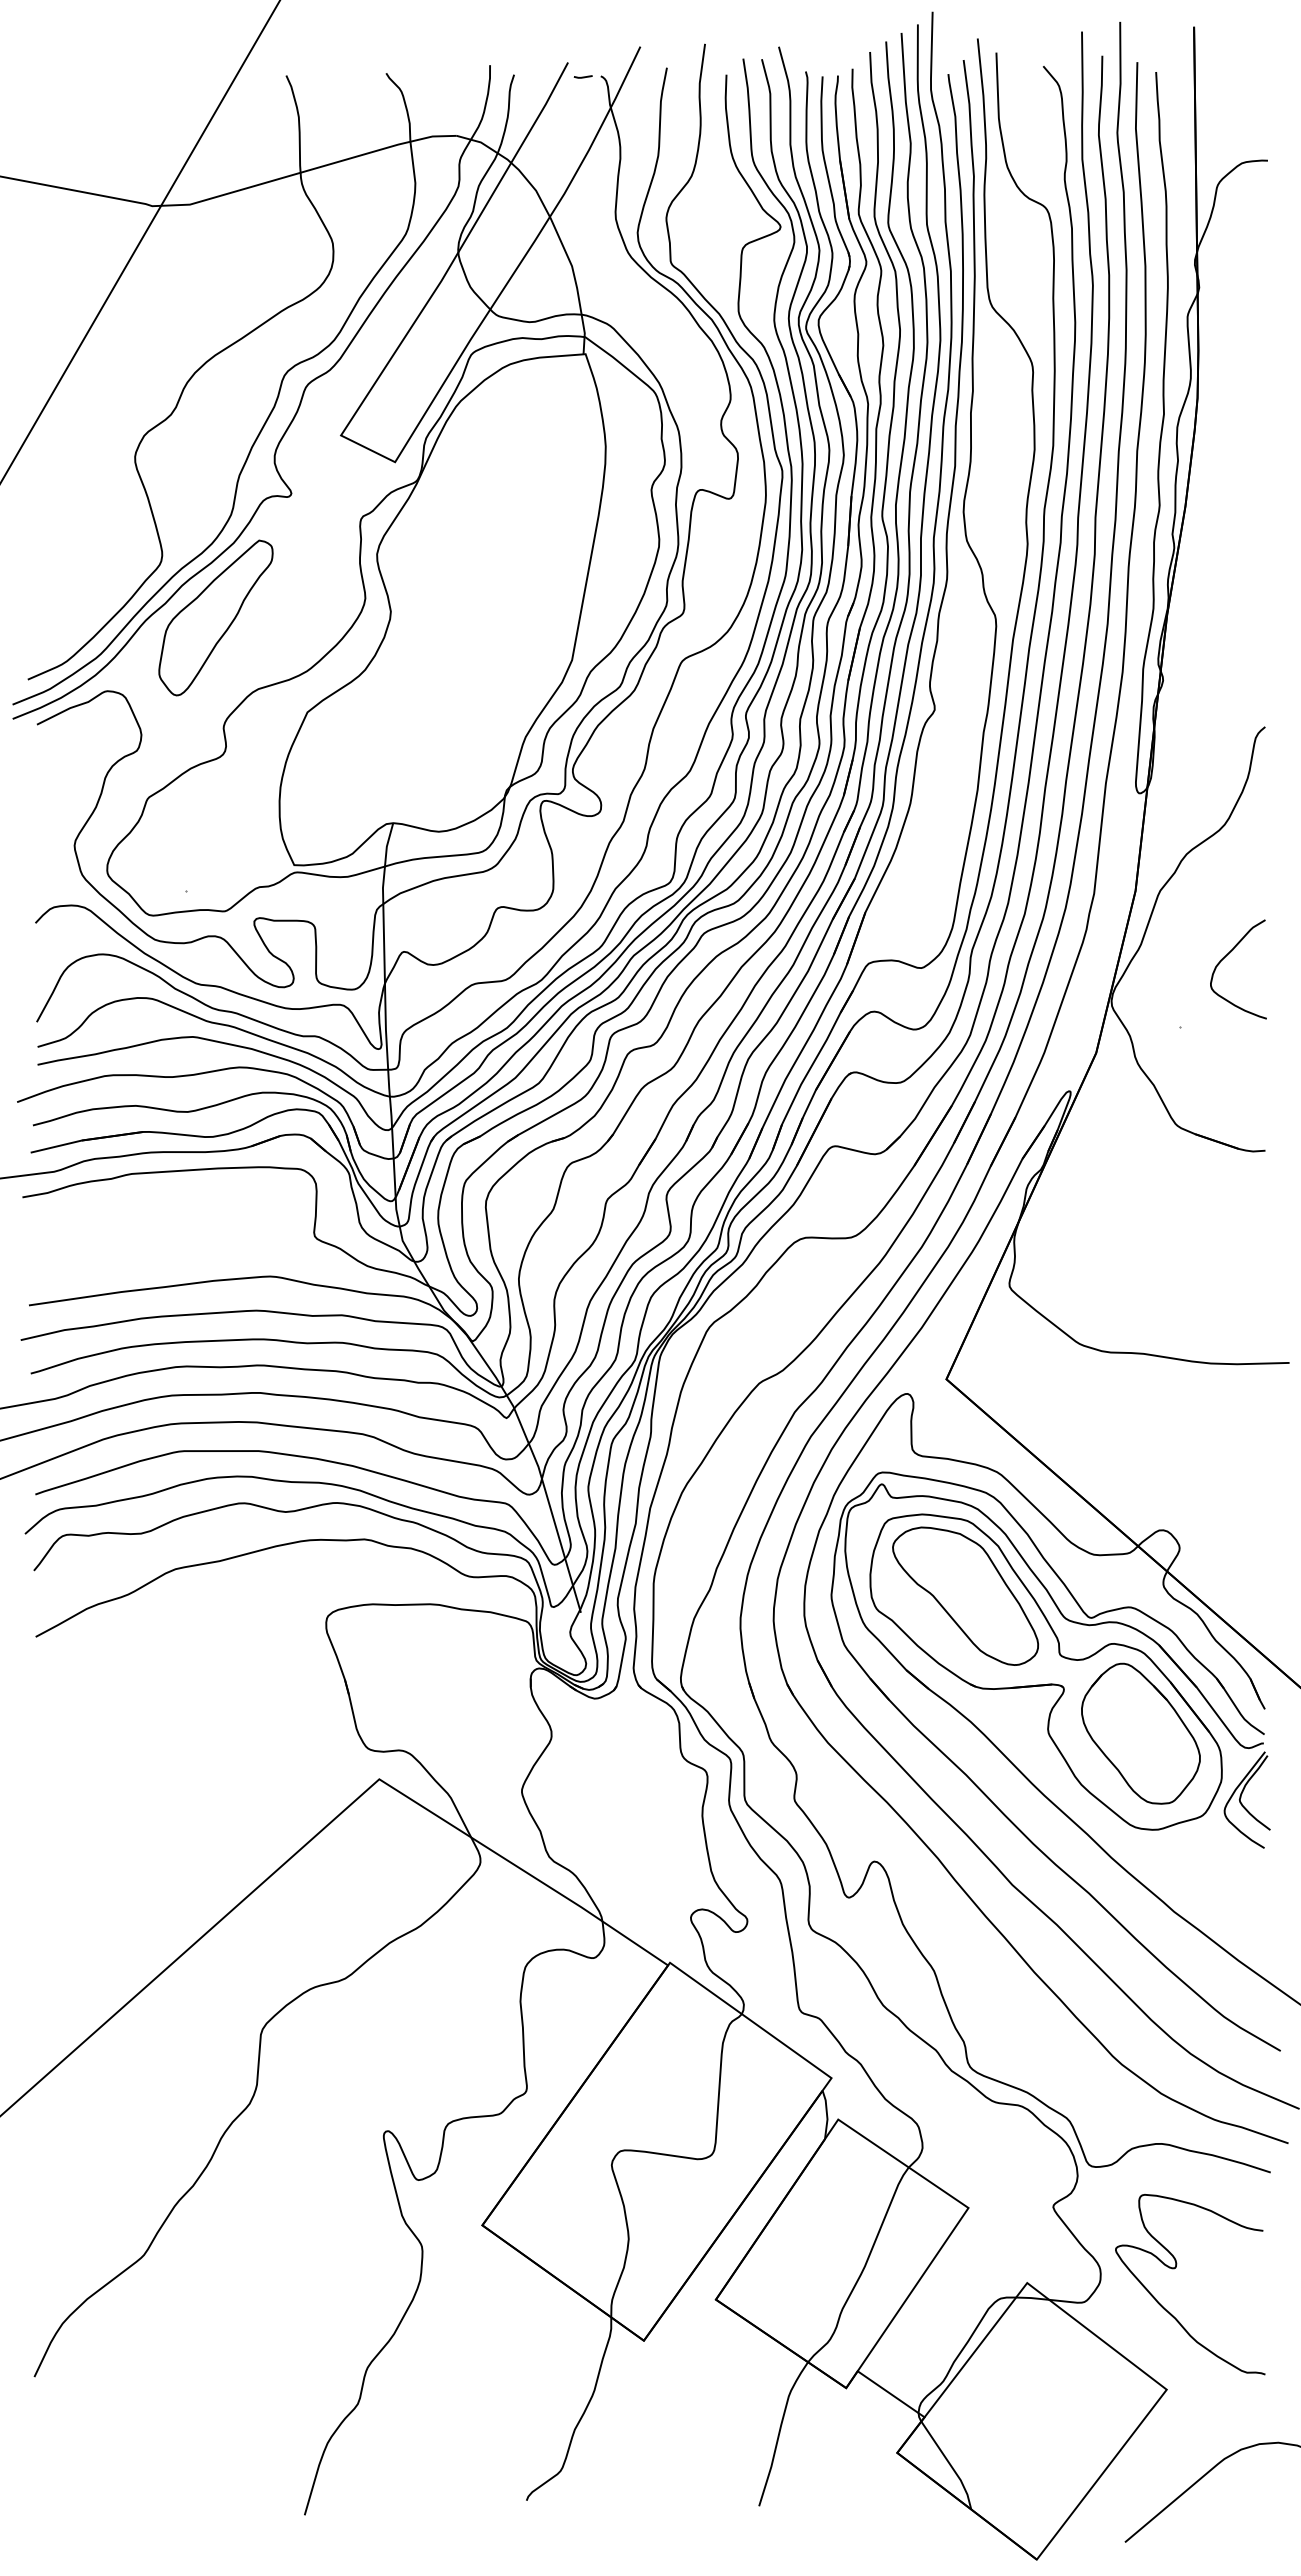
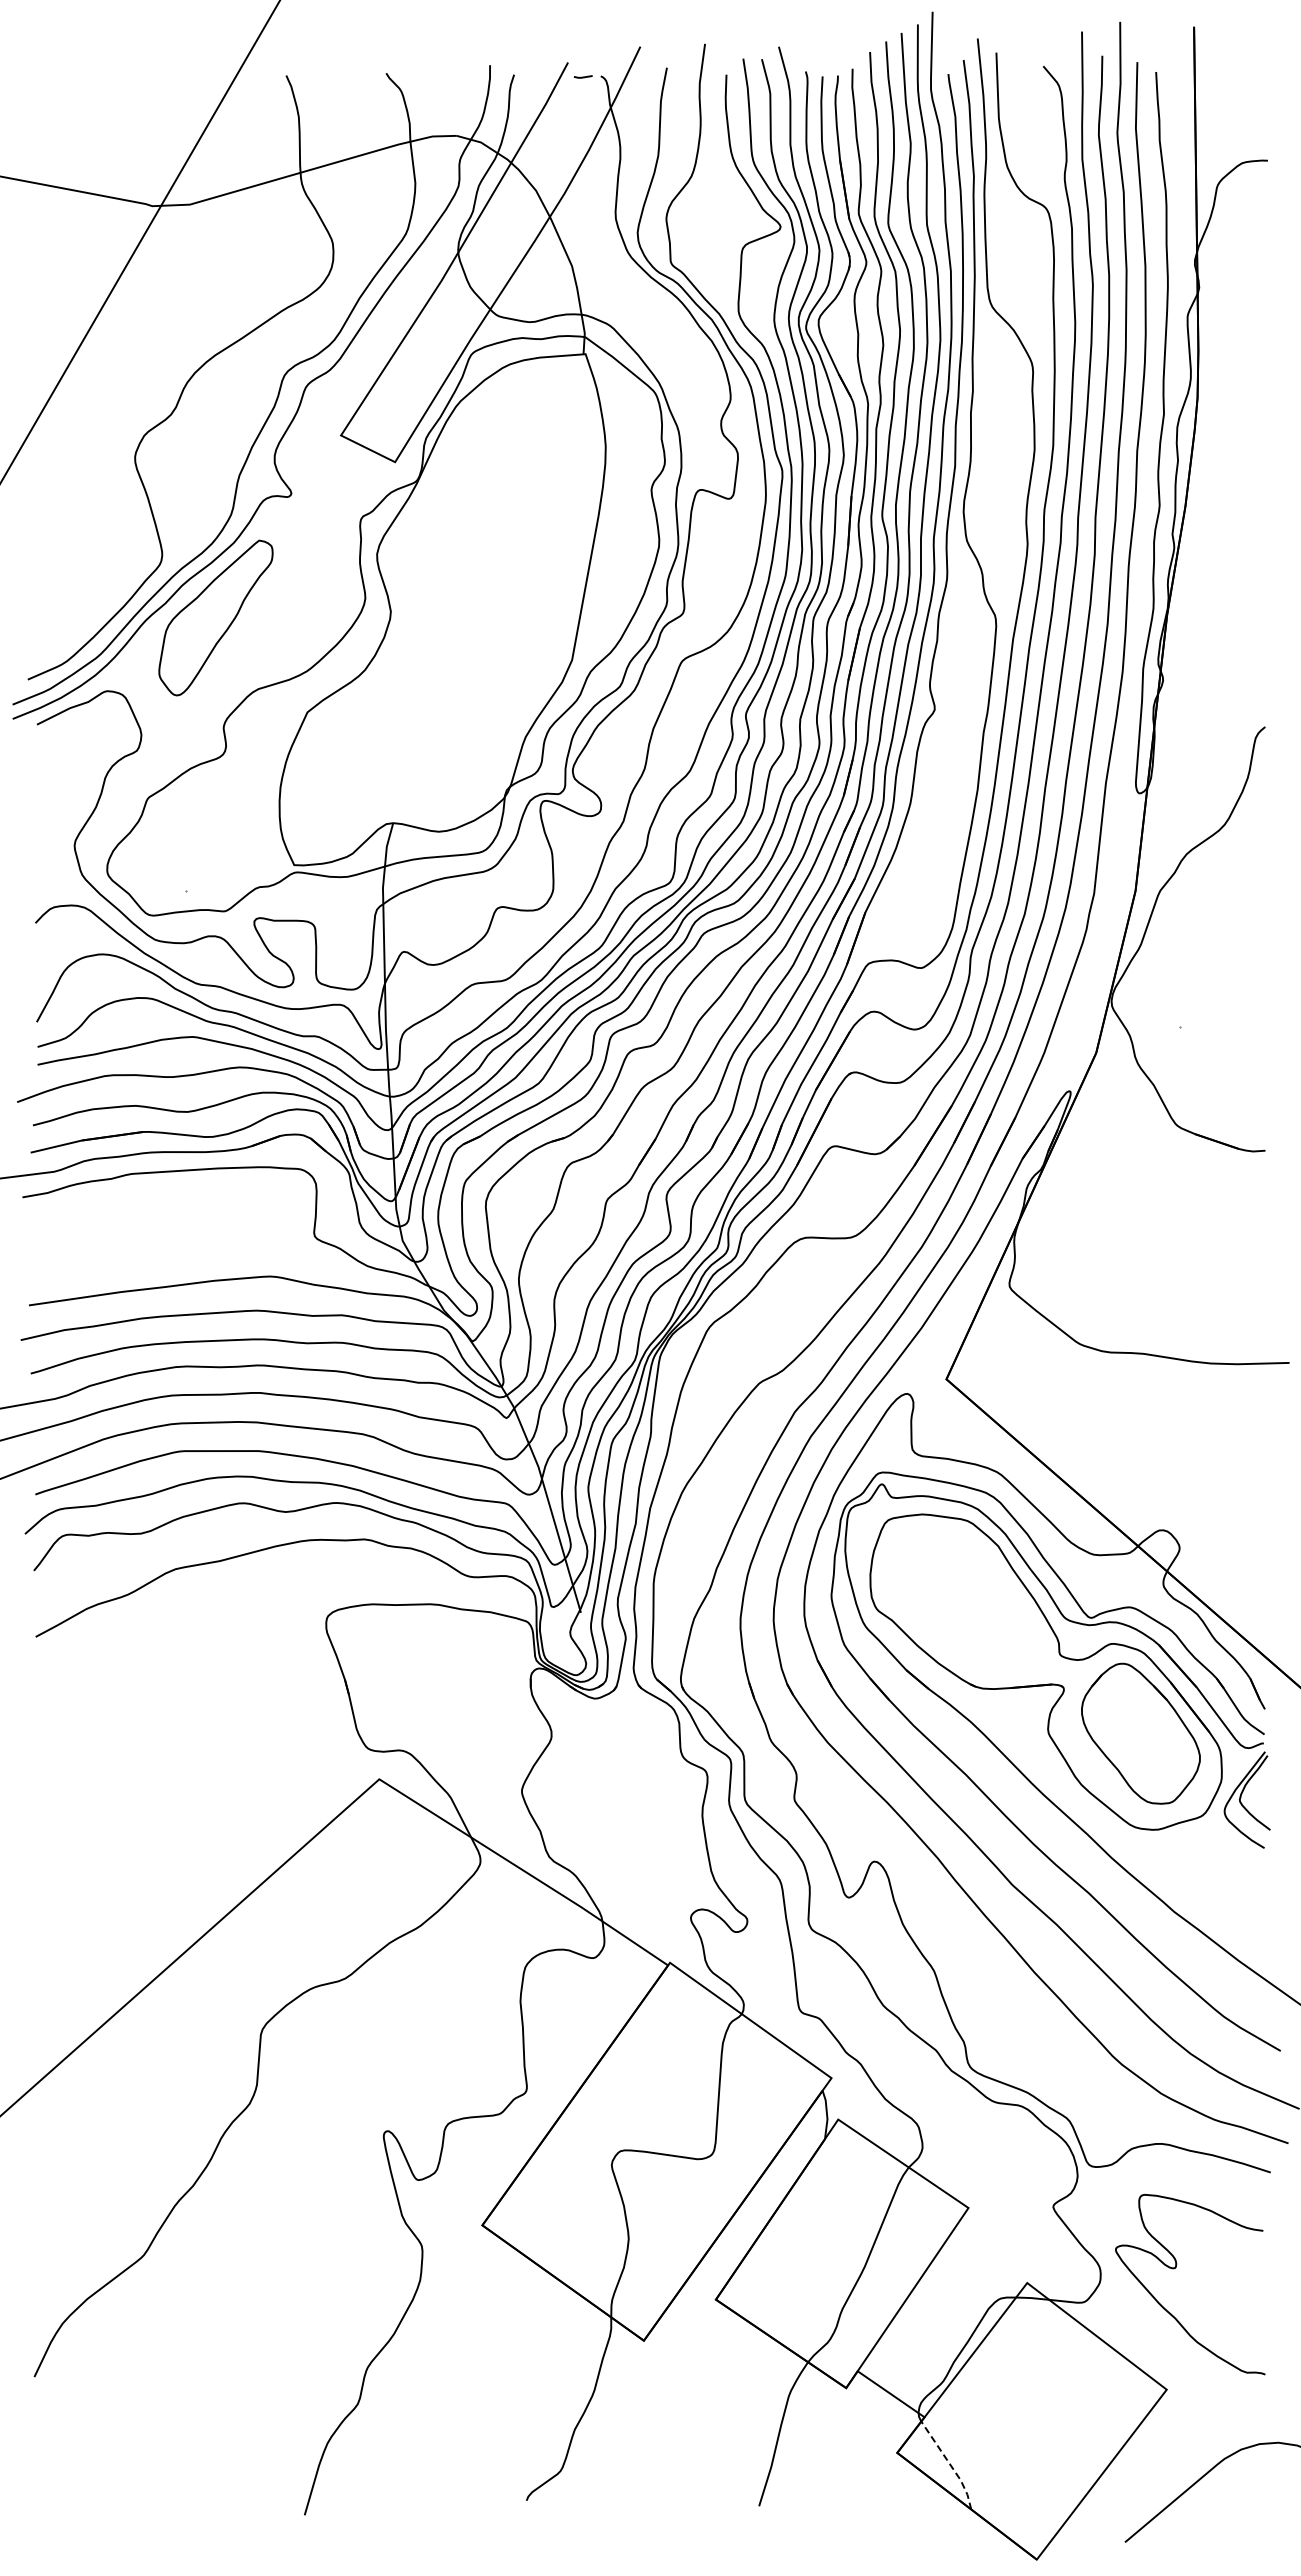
curve at (1226, 956): present -> none
part at (965, 1595): present -> none
line at (950, 2464): solid -> dashed
